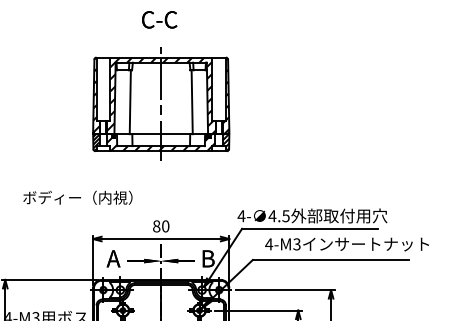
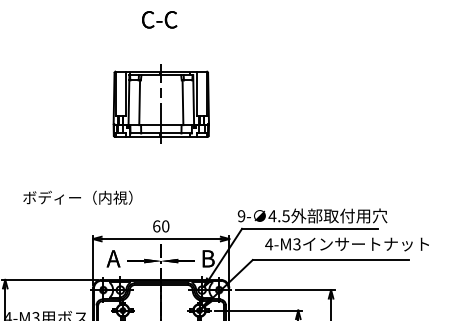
part at (161, 103) size: 139x114 px -> 98x80 px
text at (241, 216): 4- -> 9-
text at (156, 226): 80 -> 60
